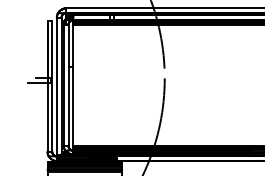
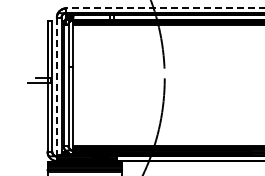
line at (165, 8): solid -> dashed
line at (56, 86): solid -> dashed
